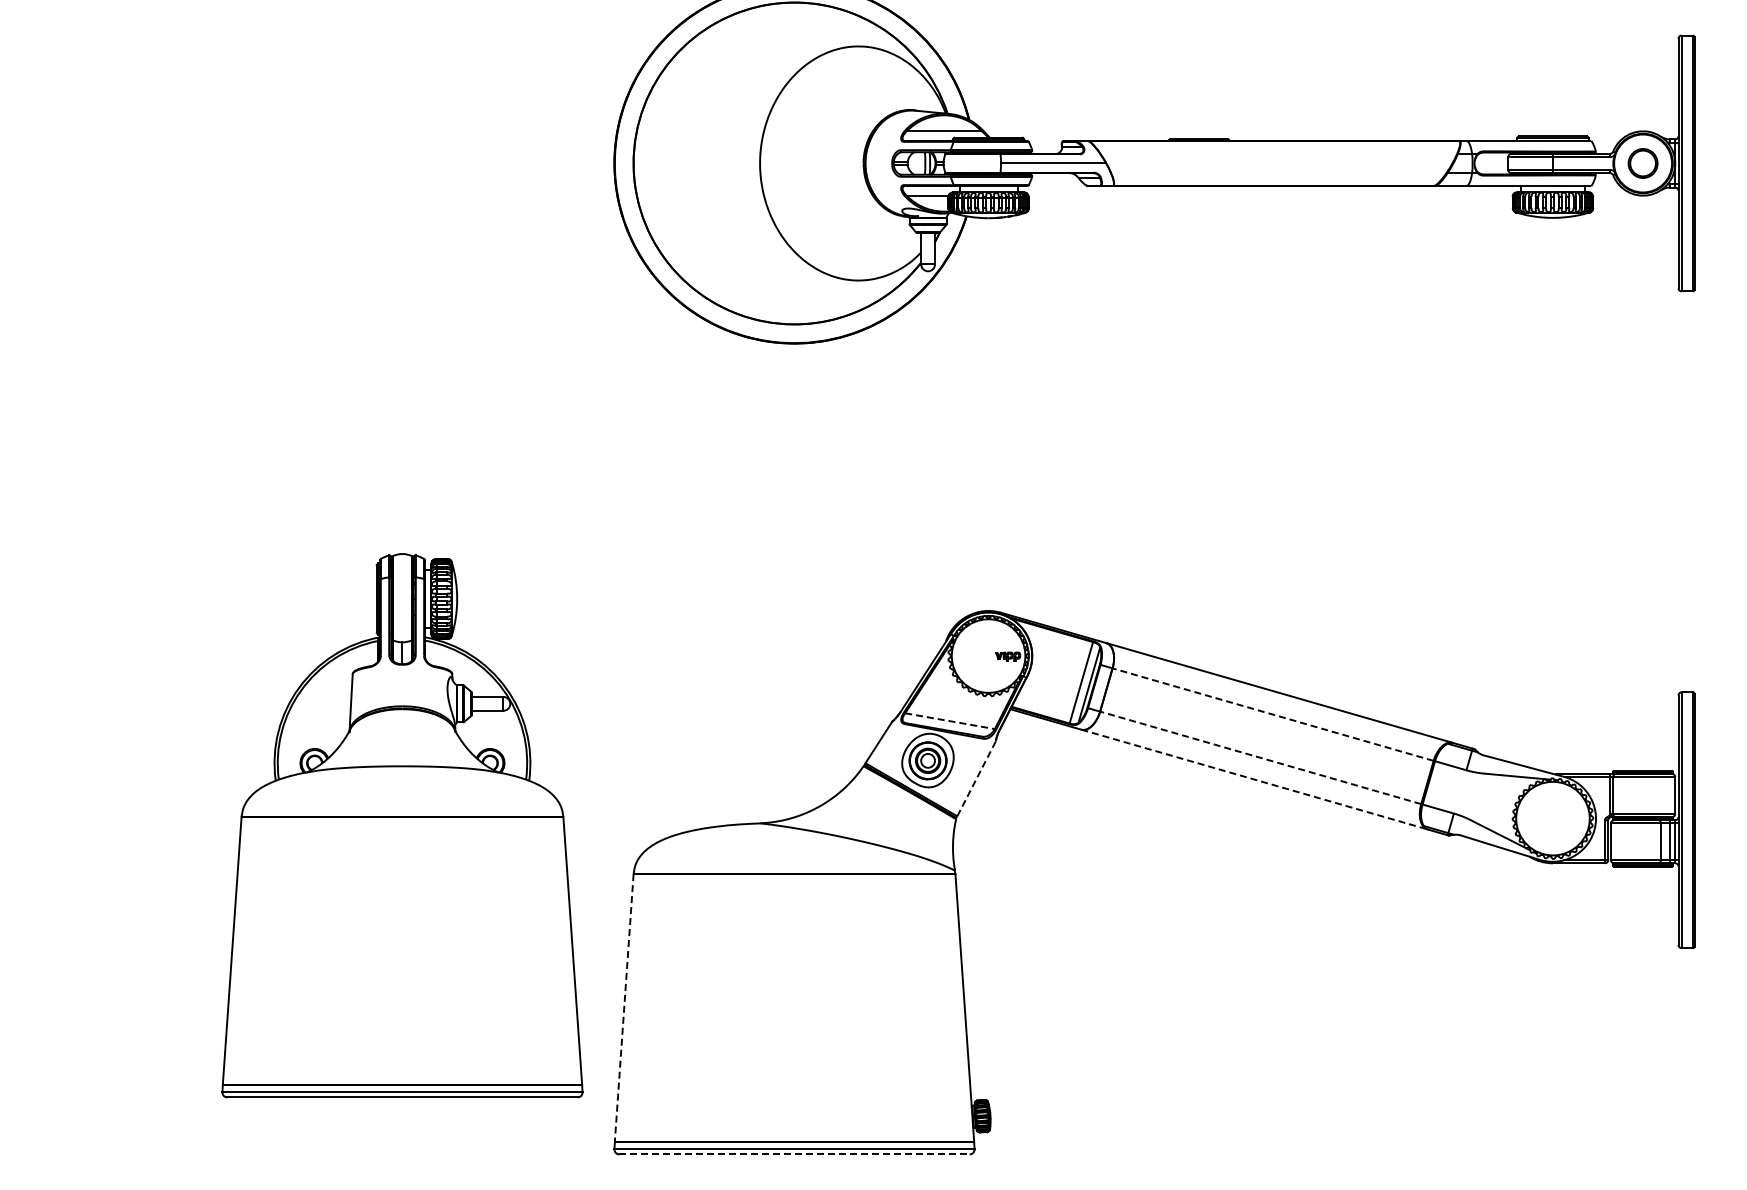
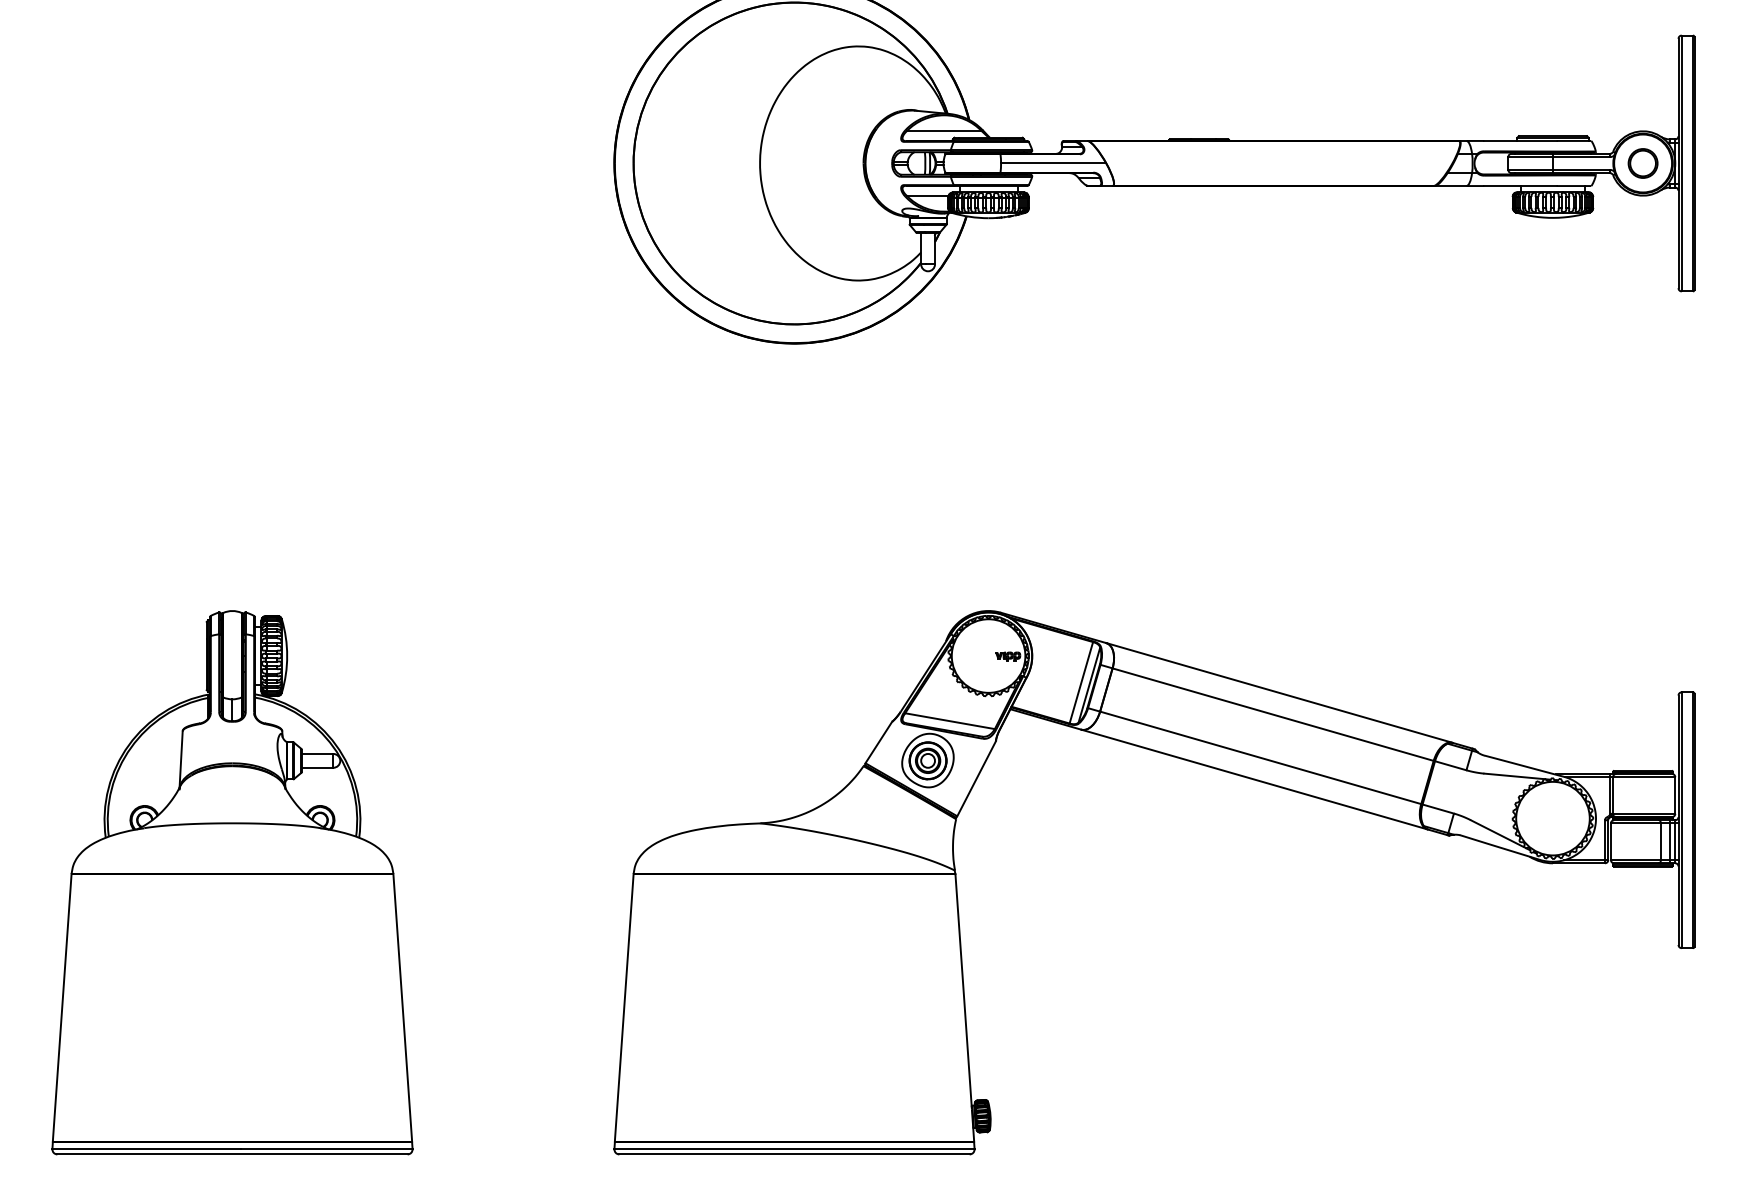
line at (1272, 714): dashed -> solid
line at (950, 721): dashed -> solid
line at (1260, 757): dashed -> solid
line at (976, 778): dashed -> solid
line at (1254, 779): dashed -> solid
part at (402, 825) position: (402, 825) -> (232, 882)
line at (624, 1008): dashed -> solid
line at (795, 1154): dashed -> solid
